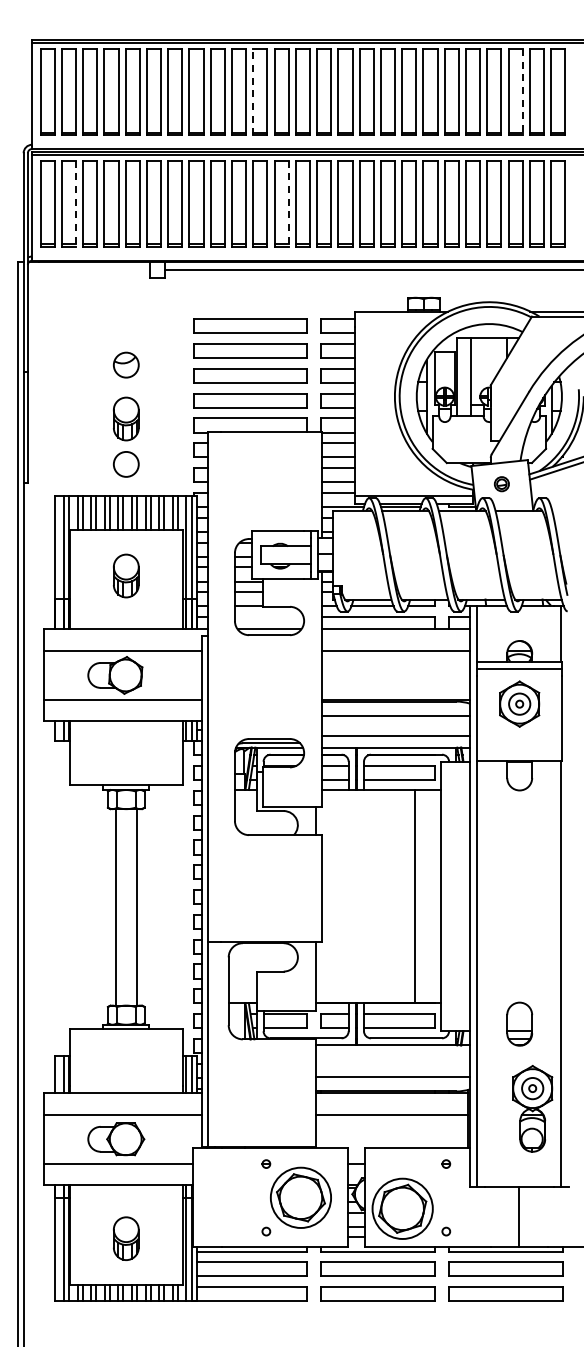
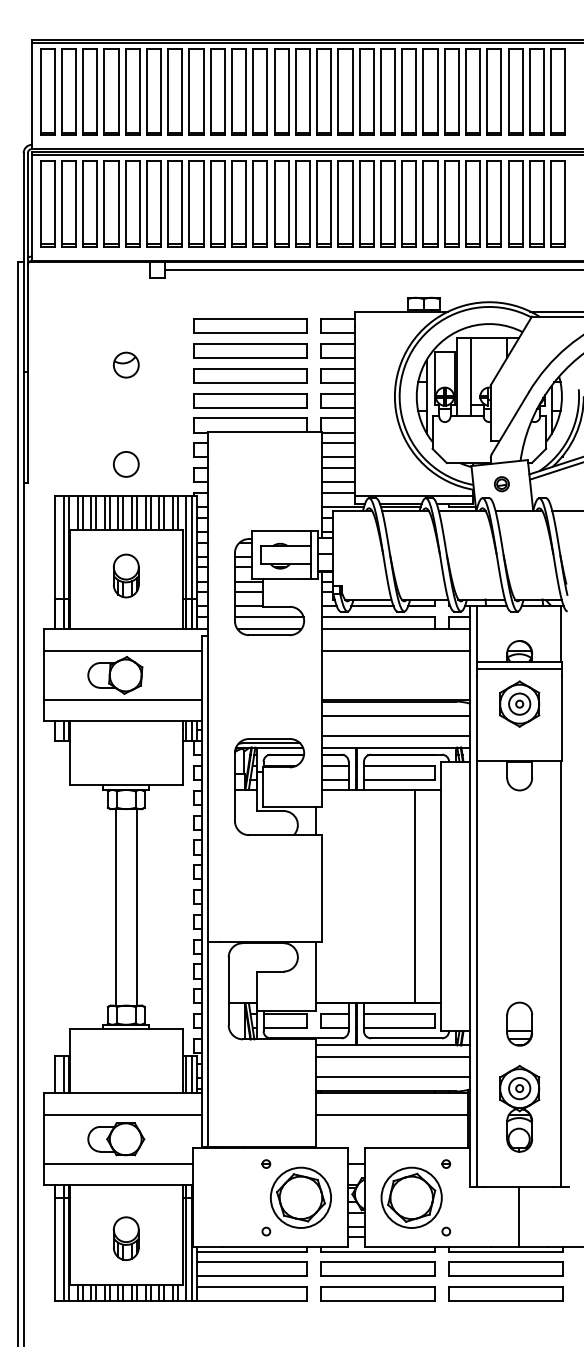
line at (253, 91): dashed -> solid
line at (522, 92): dashed -> solid
line at (75, 204): dashed -> solid
line at (288, 204): dashed -> solid
part at (126, 418): present -> none
line at (566, 510): none -> present
line at (268, 617): none -> present
line at (392, 1057): none -> present
part at (532, 1108) position: (532, 1108) -> (519, 1108)
part at (402, 1208) position: (402, 1208) -> (411, 1197)
